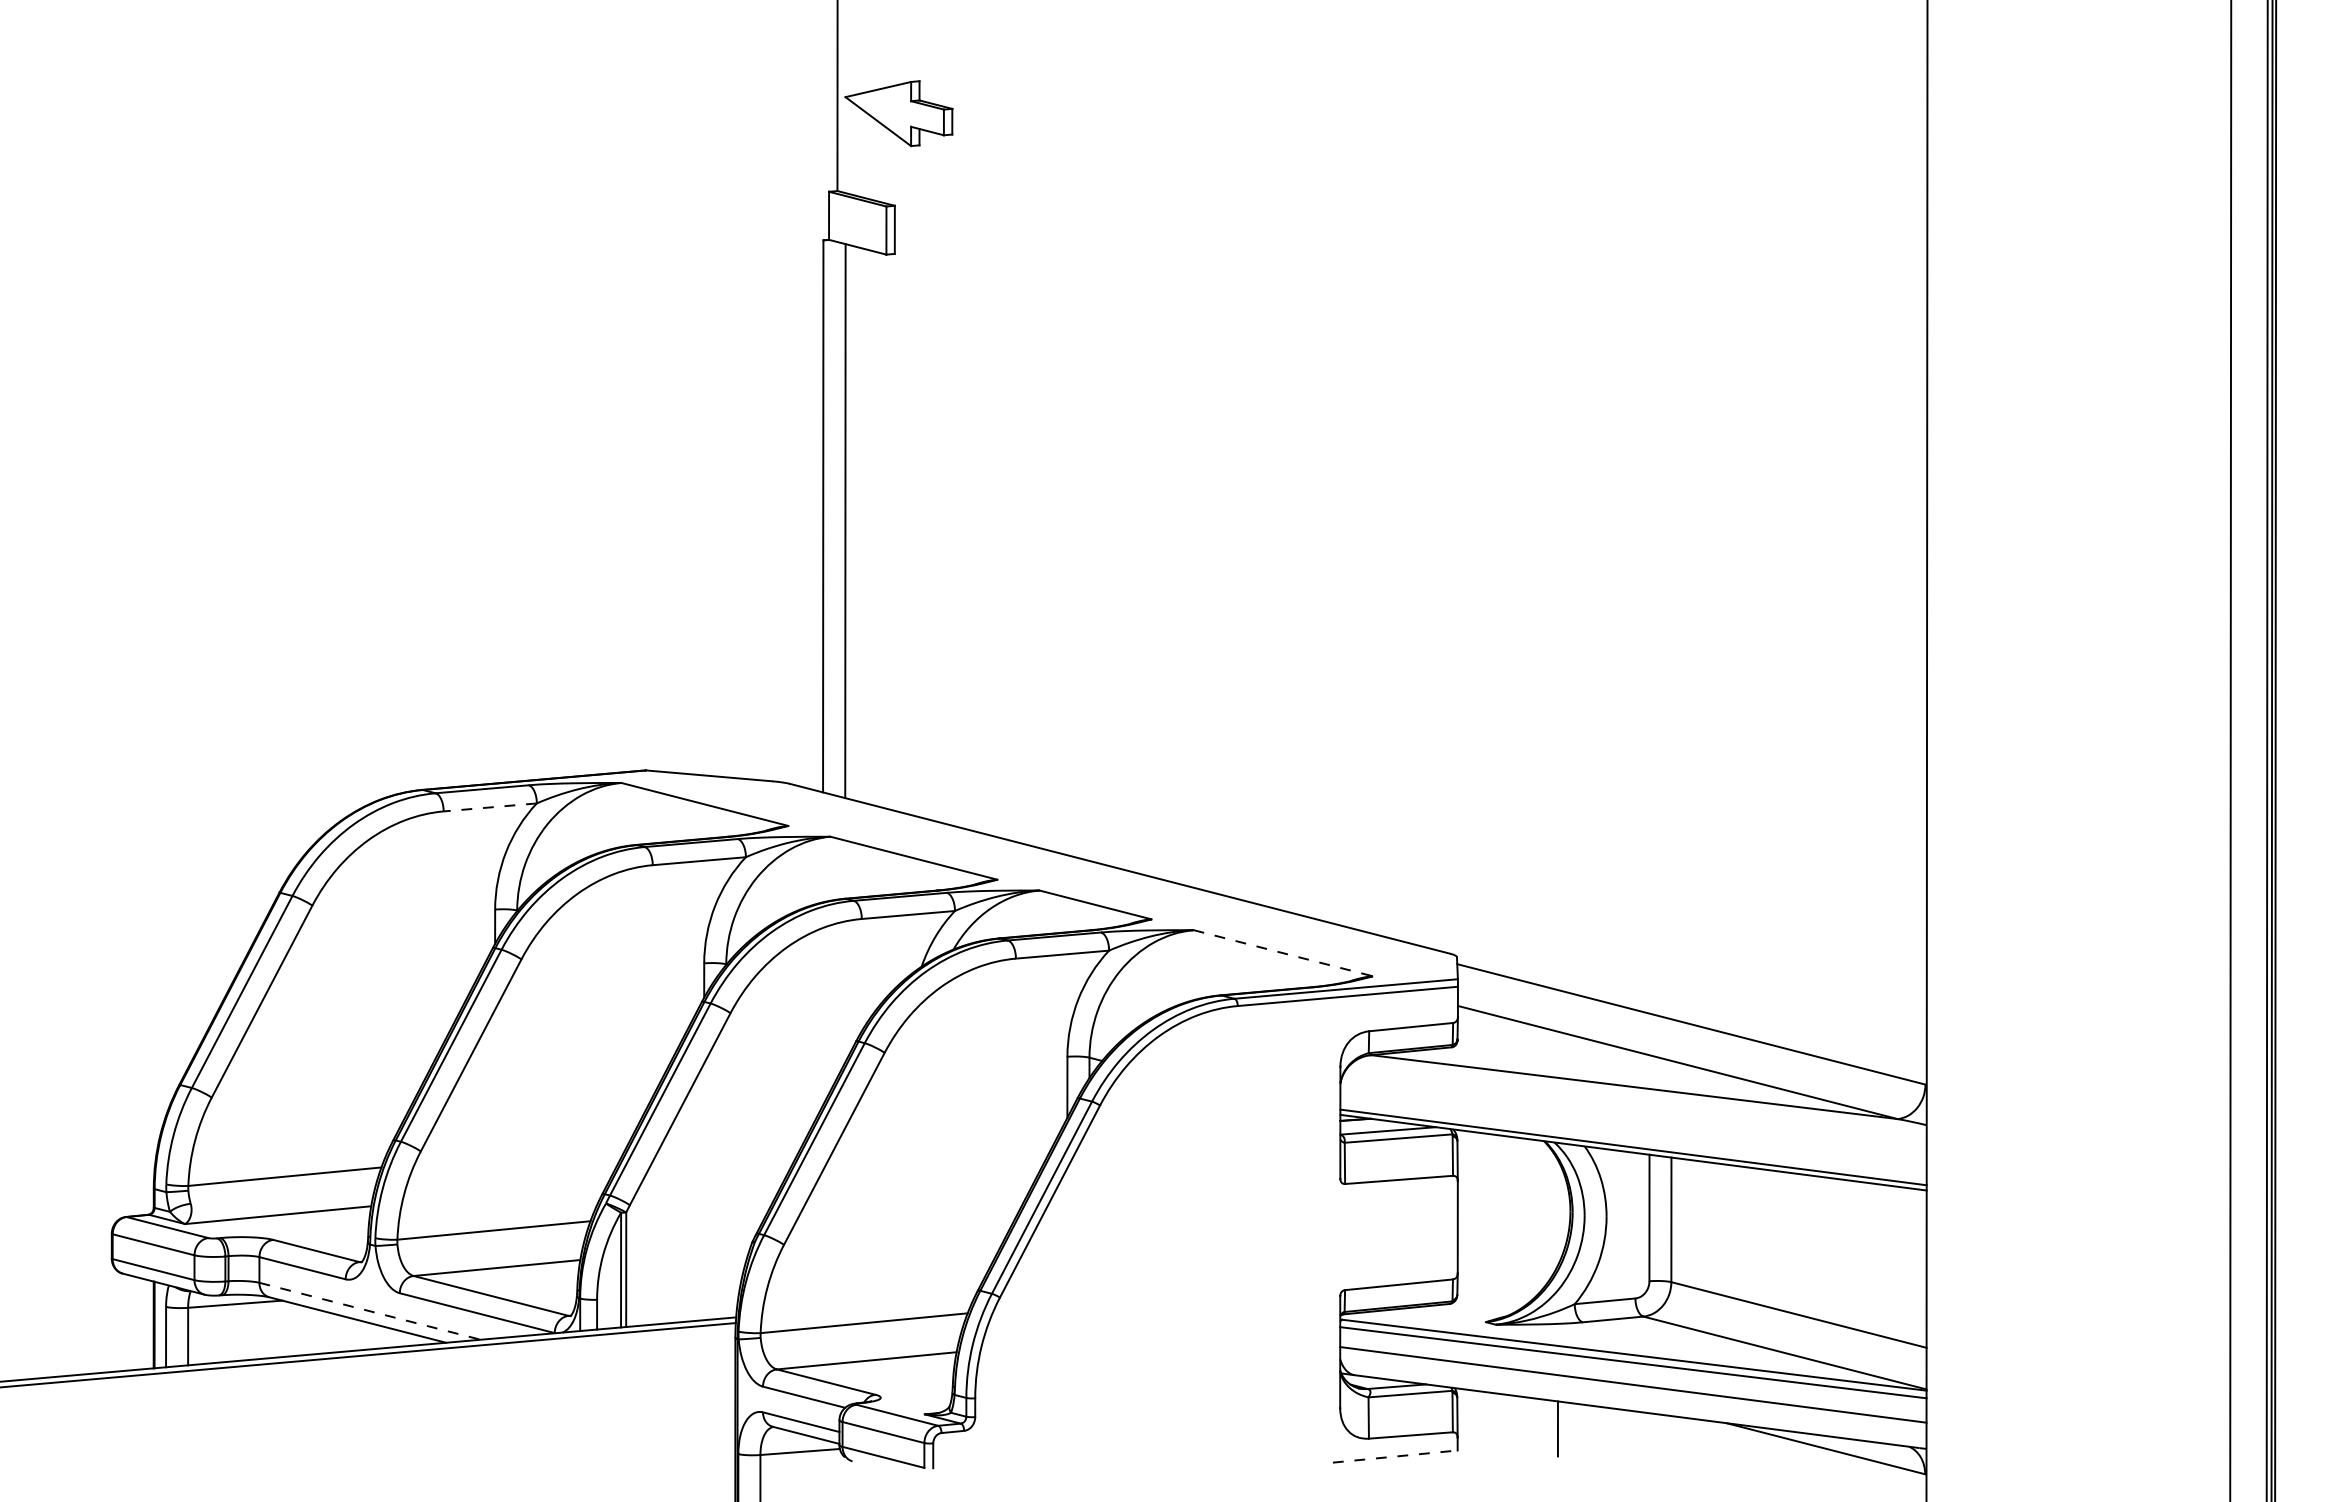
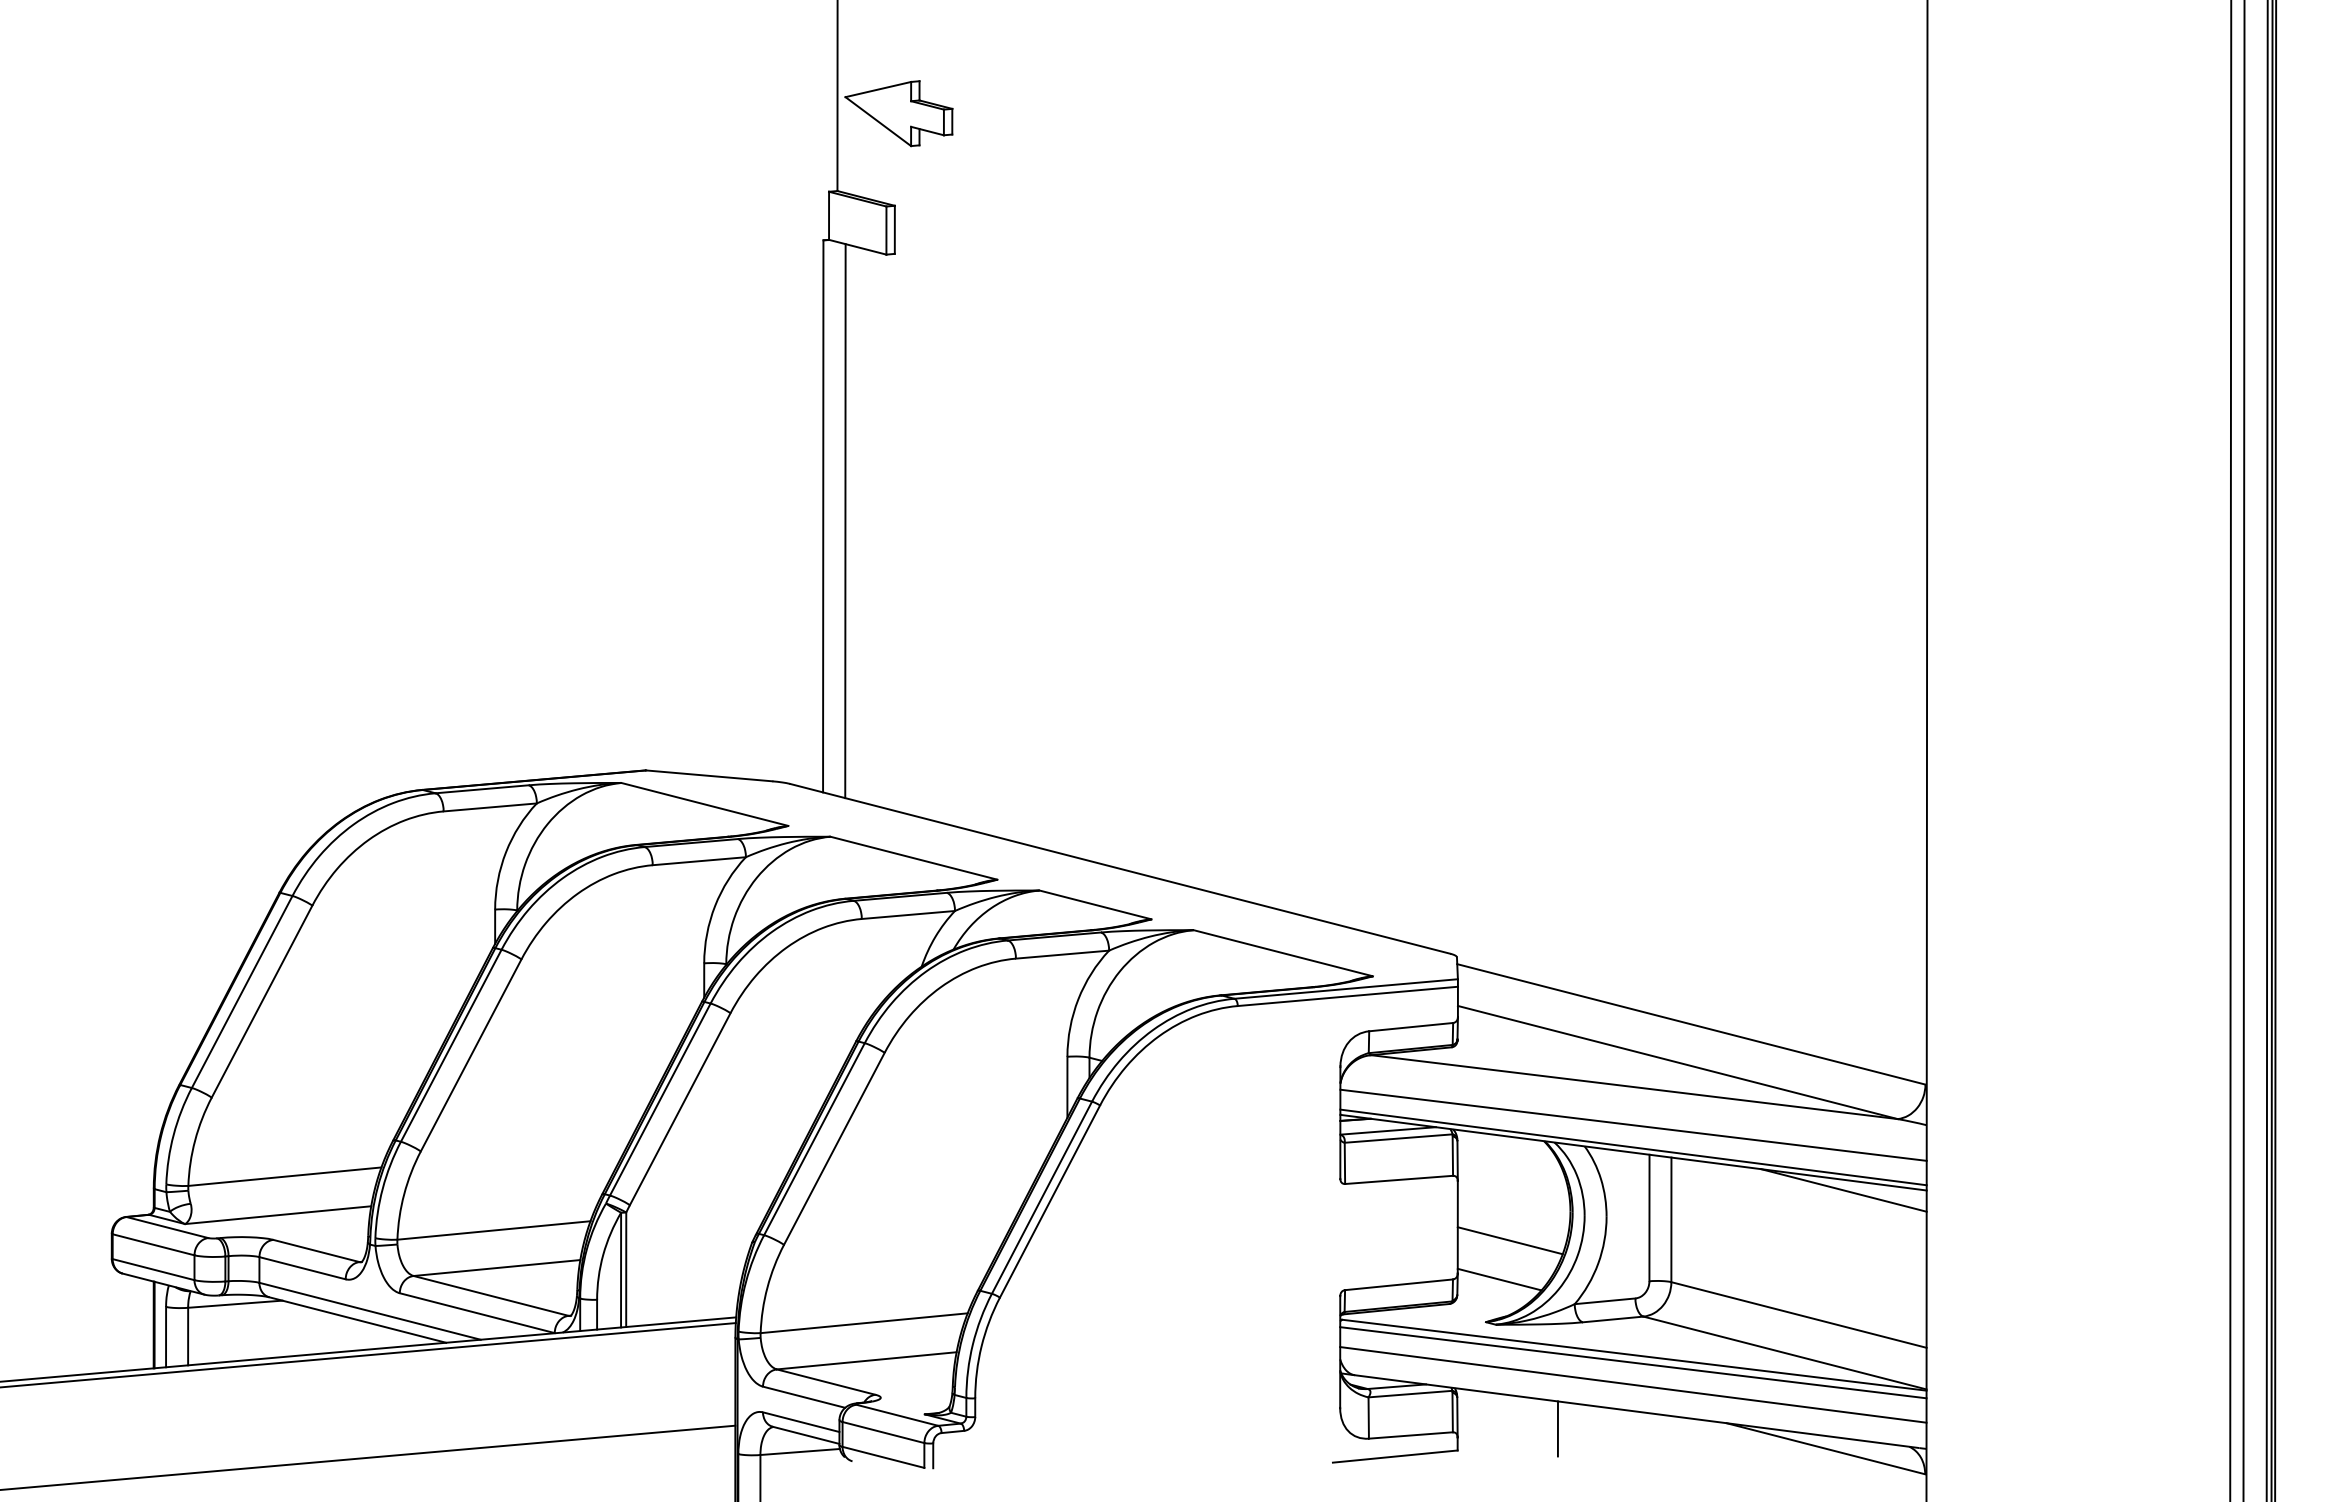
line at (2243, 750): none -> present
line at (490, 807): dashed -> solid
line at (1283, 953): dashed -> solid
line at (1633, 1124): none -> present
line at (1843, 1190): none -> present
line at (1509, 1240): none -> present
line at (1499, 1279): none -> present
line at (370, 1311): dashed -> solid
line at (1395, 1456): dashed -> solid
line at (368, 1457): none -> present
